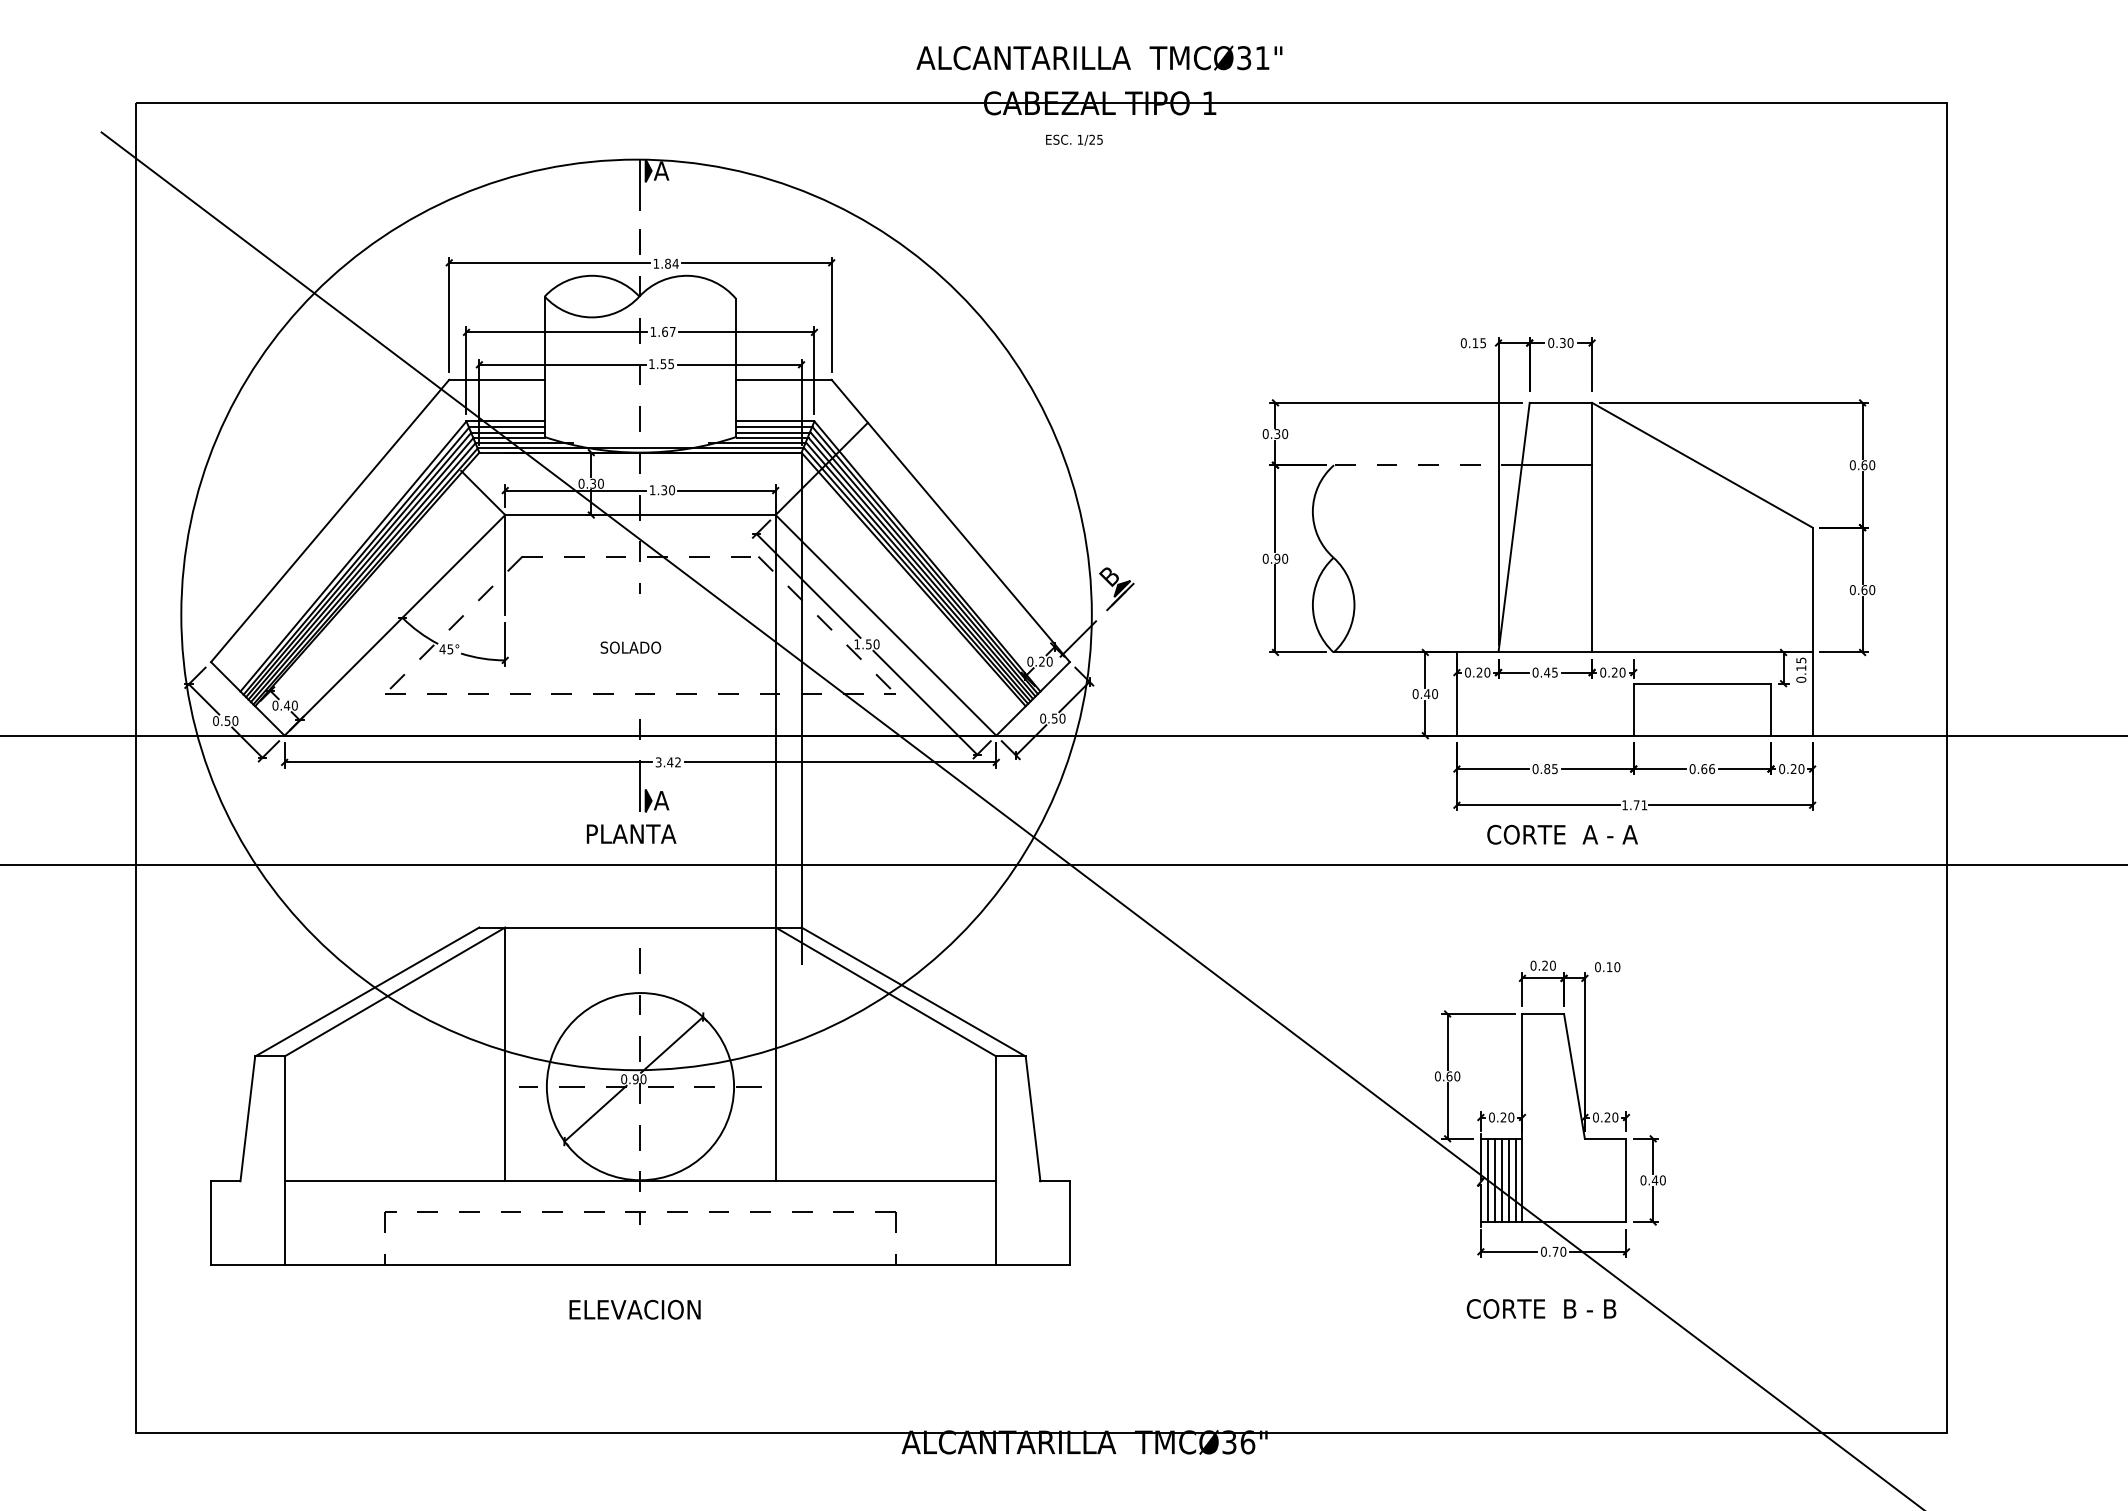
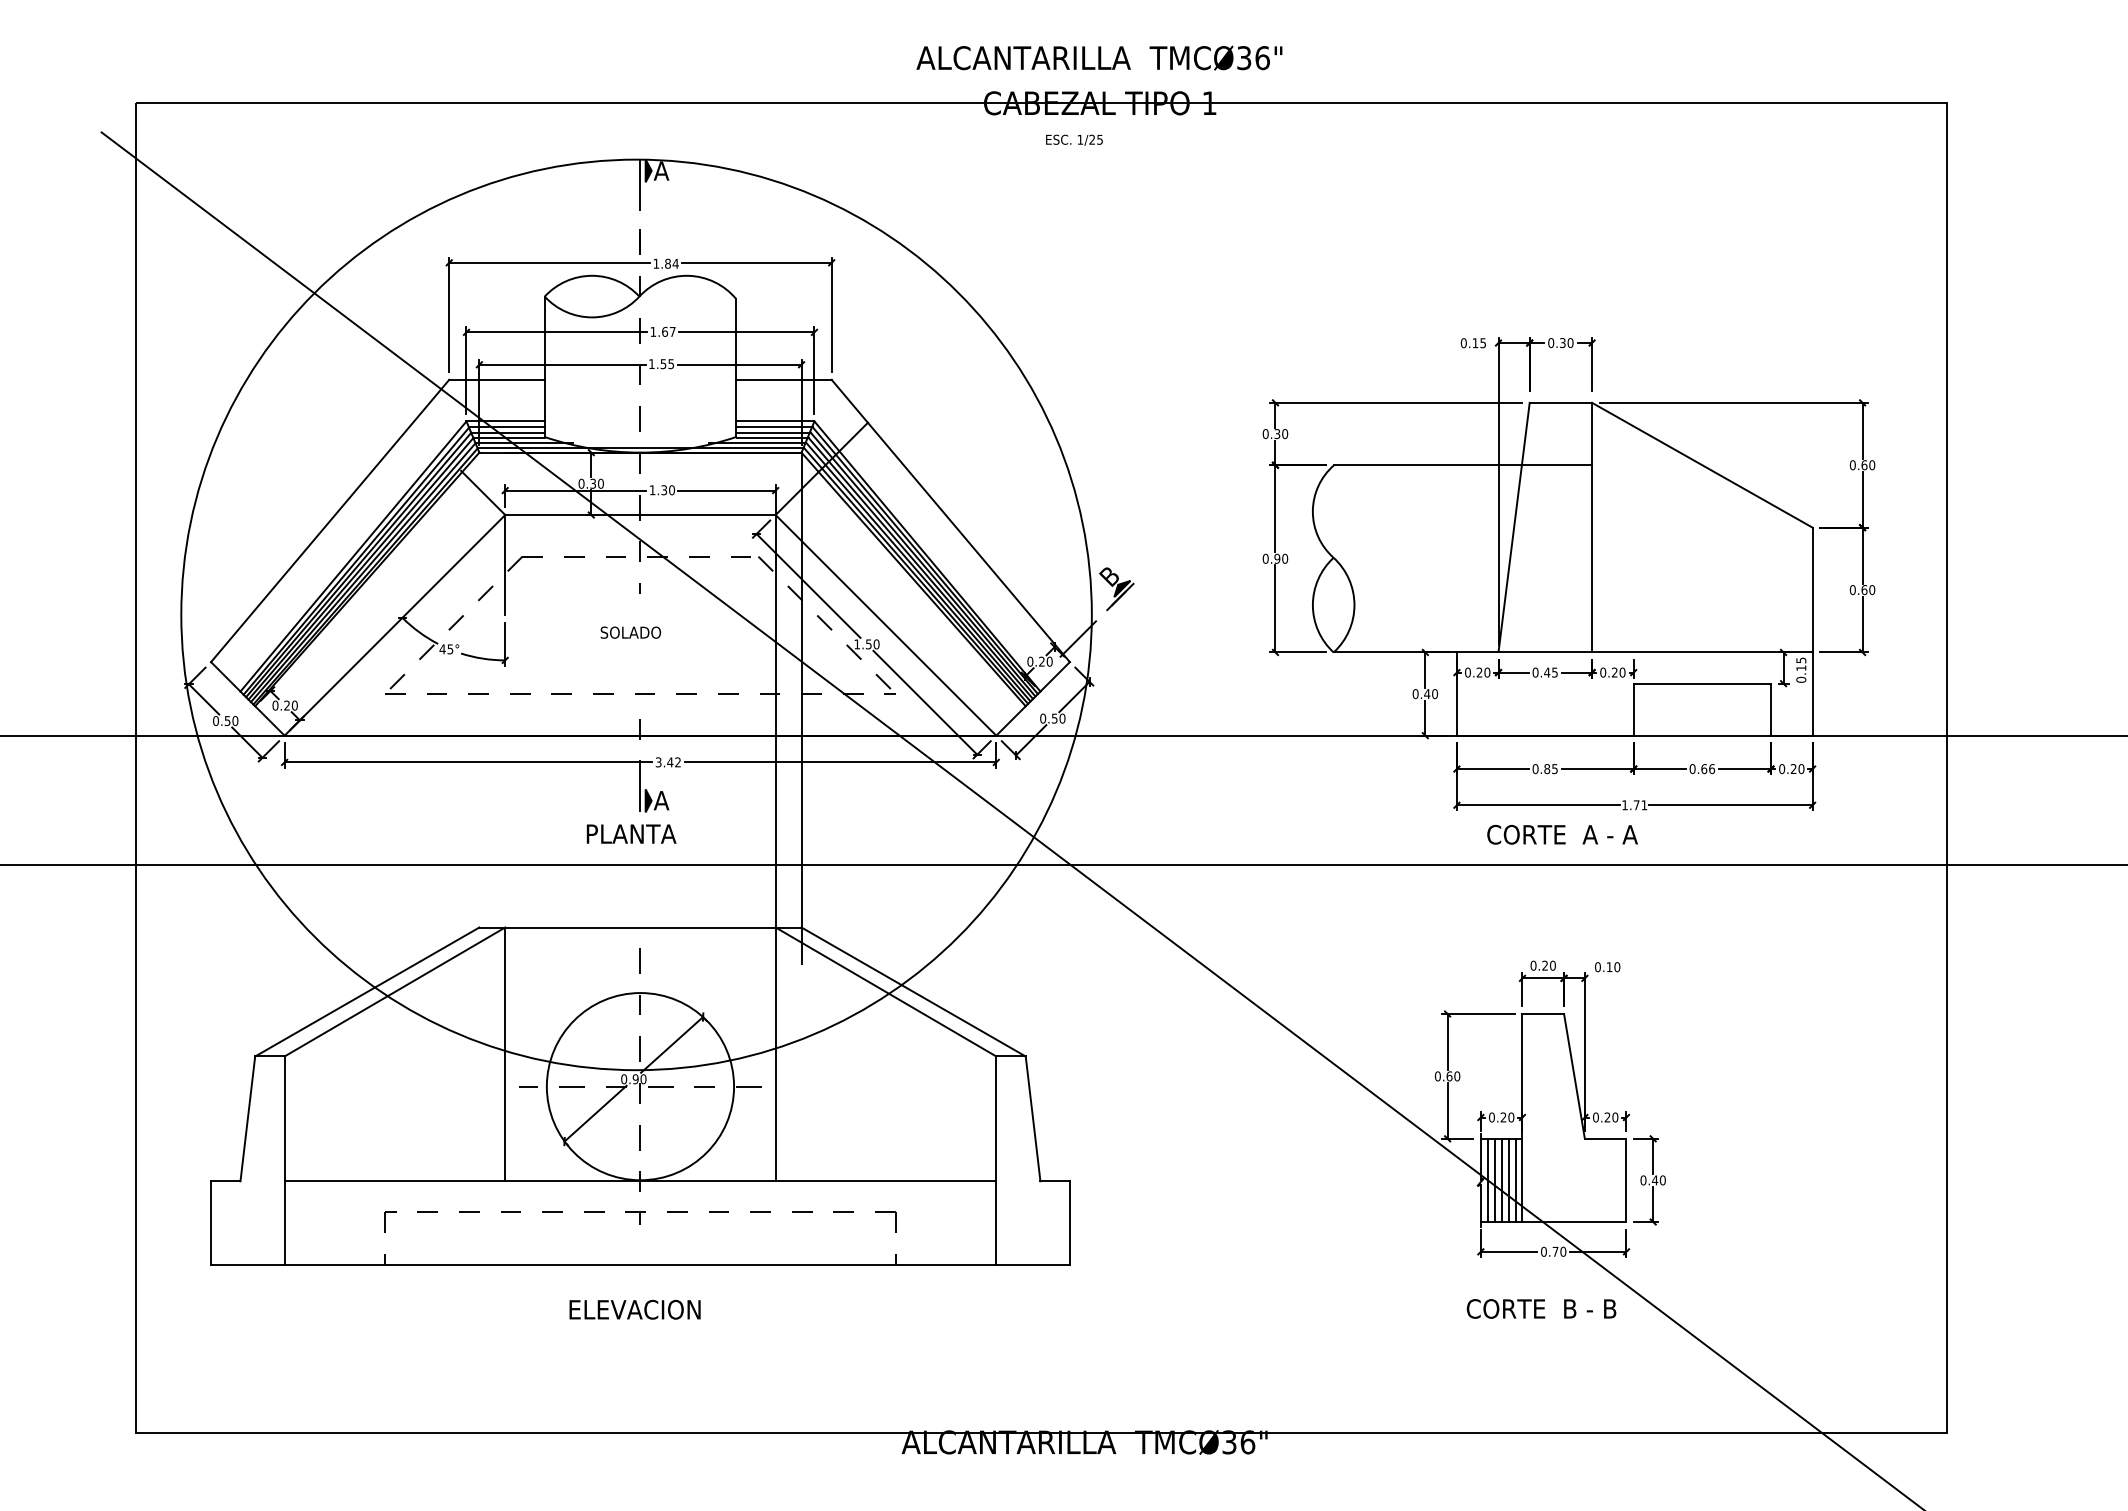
text at (1262, 58): TMCØ31" -> TMCØ36"
line at (1427, 465): dashed -> solid
text at (630, 647) position: (630, 647) -> (630, 632)
text at (286, 705): 0.40 -> 0.20
